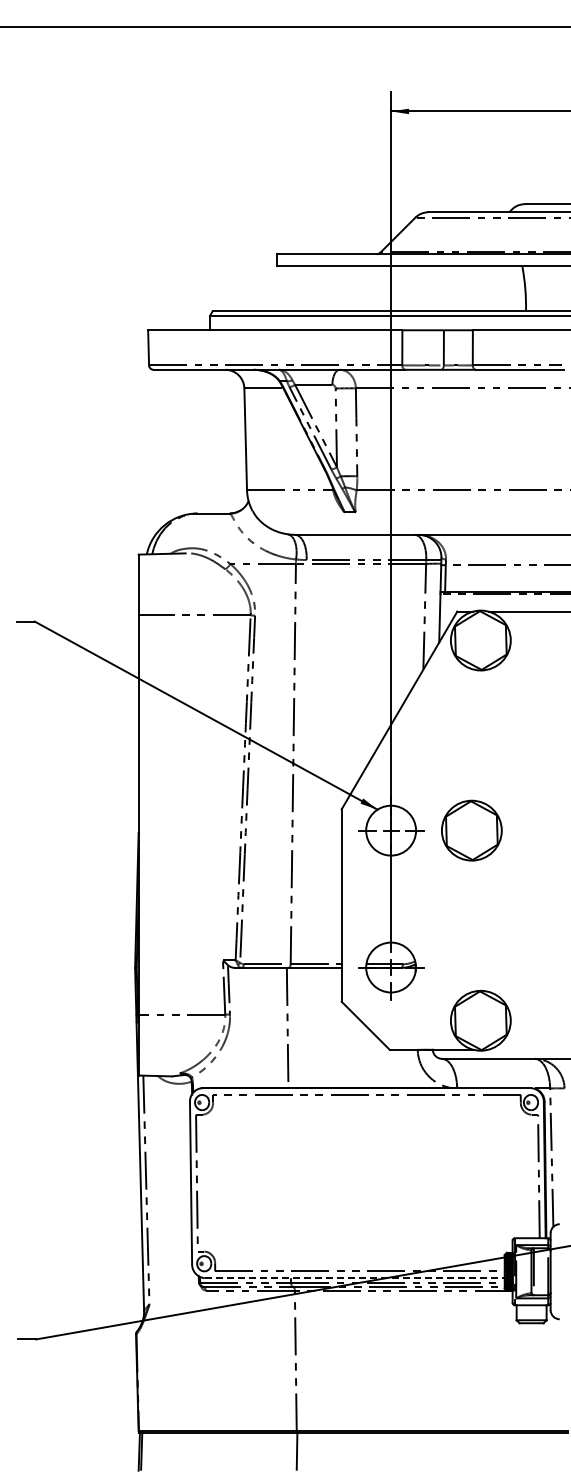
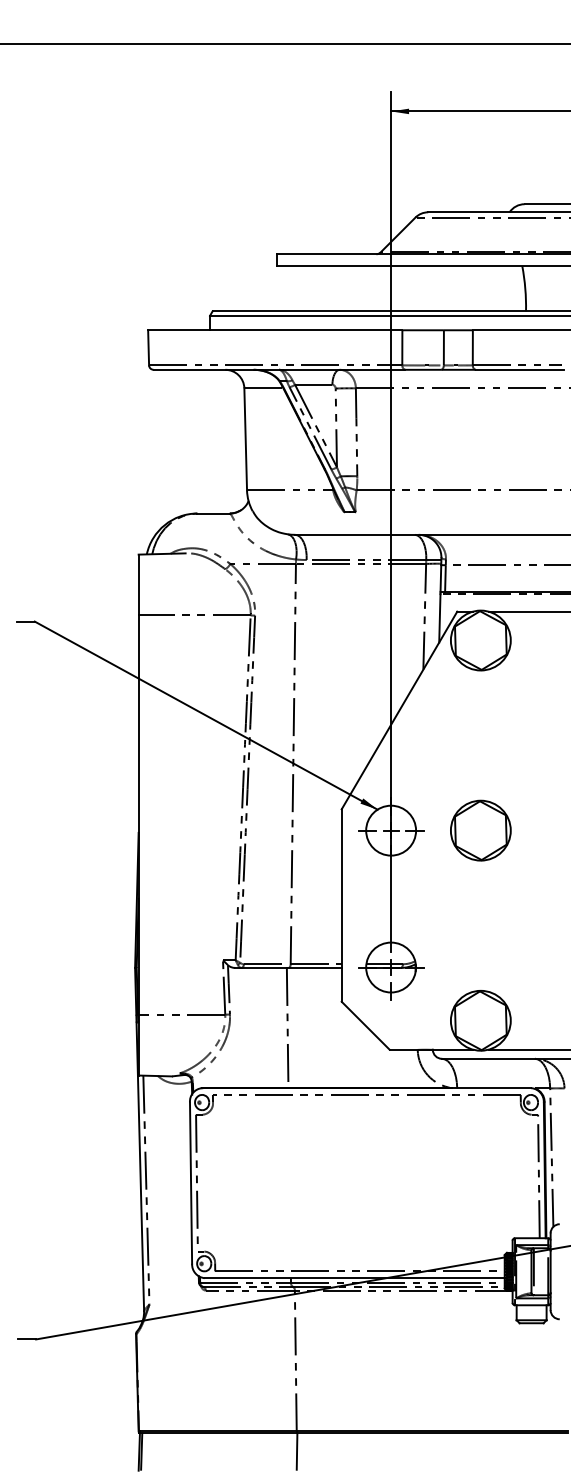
line at (284, 27) position: (284, 27) -> (284, 44)
part at (471, 830) position: (471, 830) -> (480, 830)
line at (527, 1049): none -> present
line at (354, 1278): dashed -> solid
